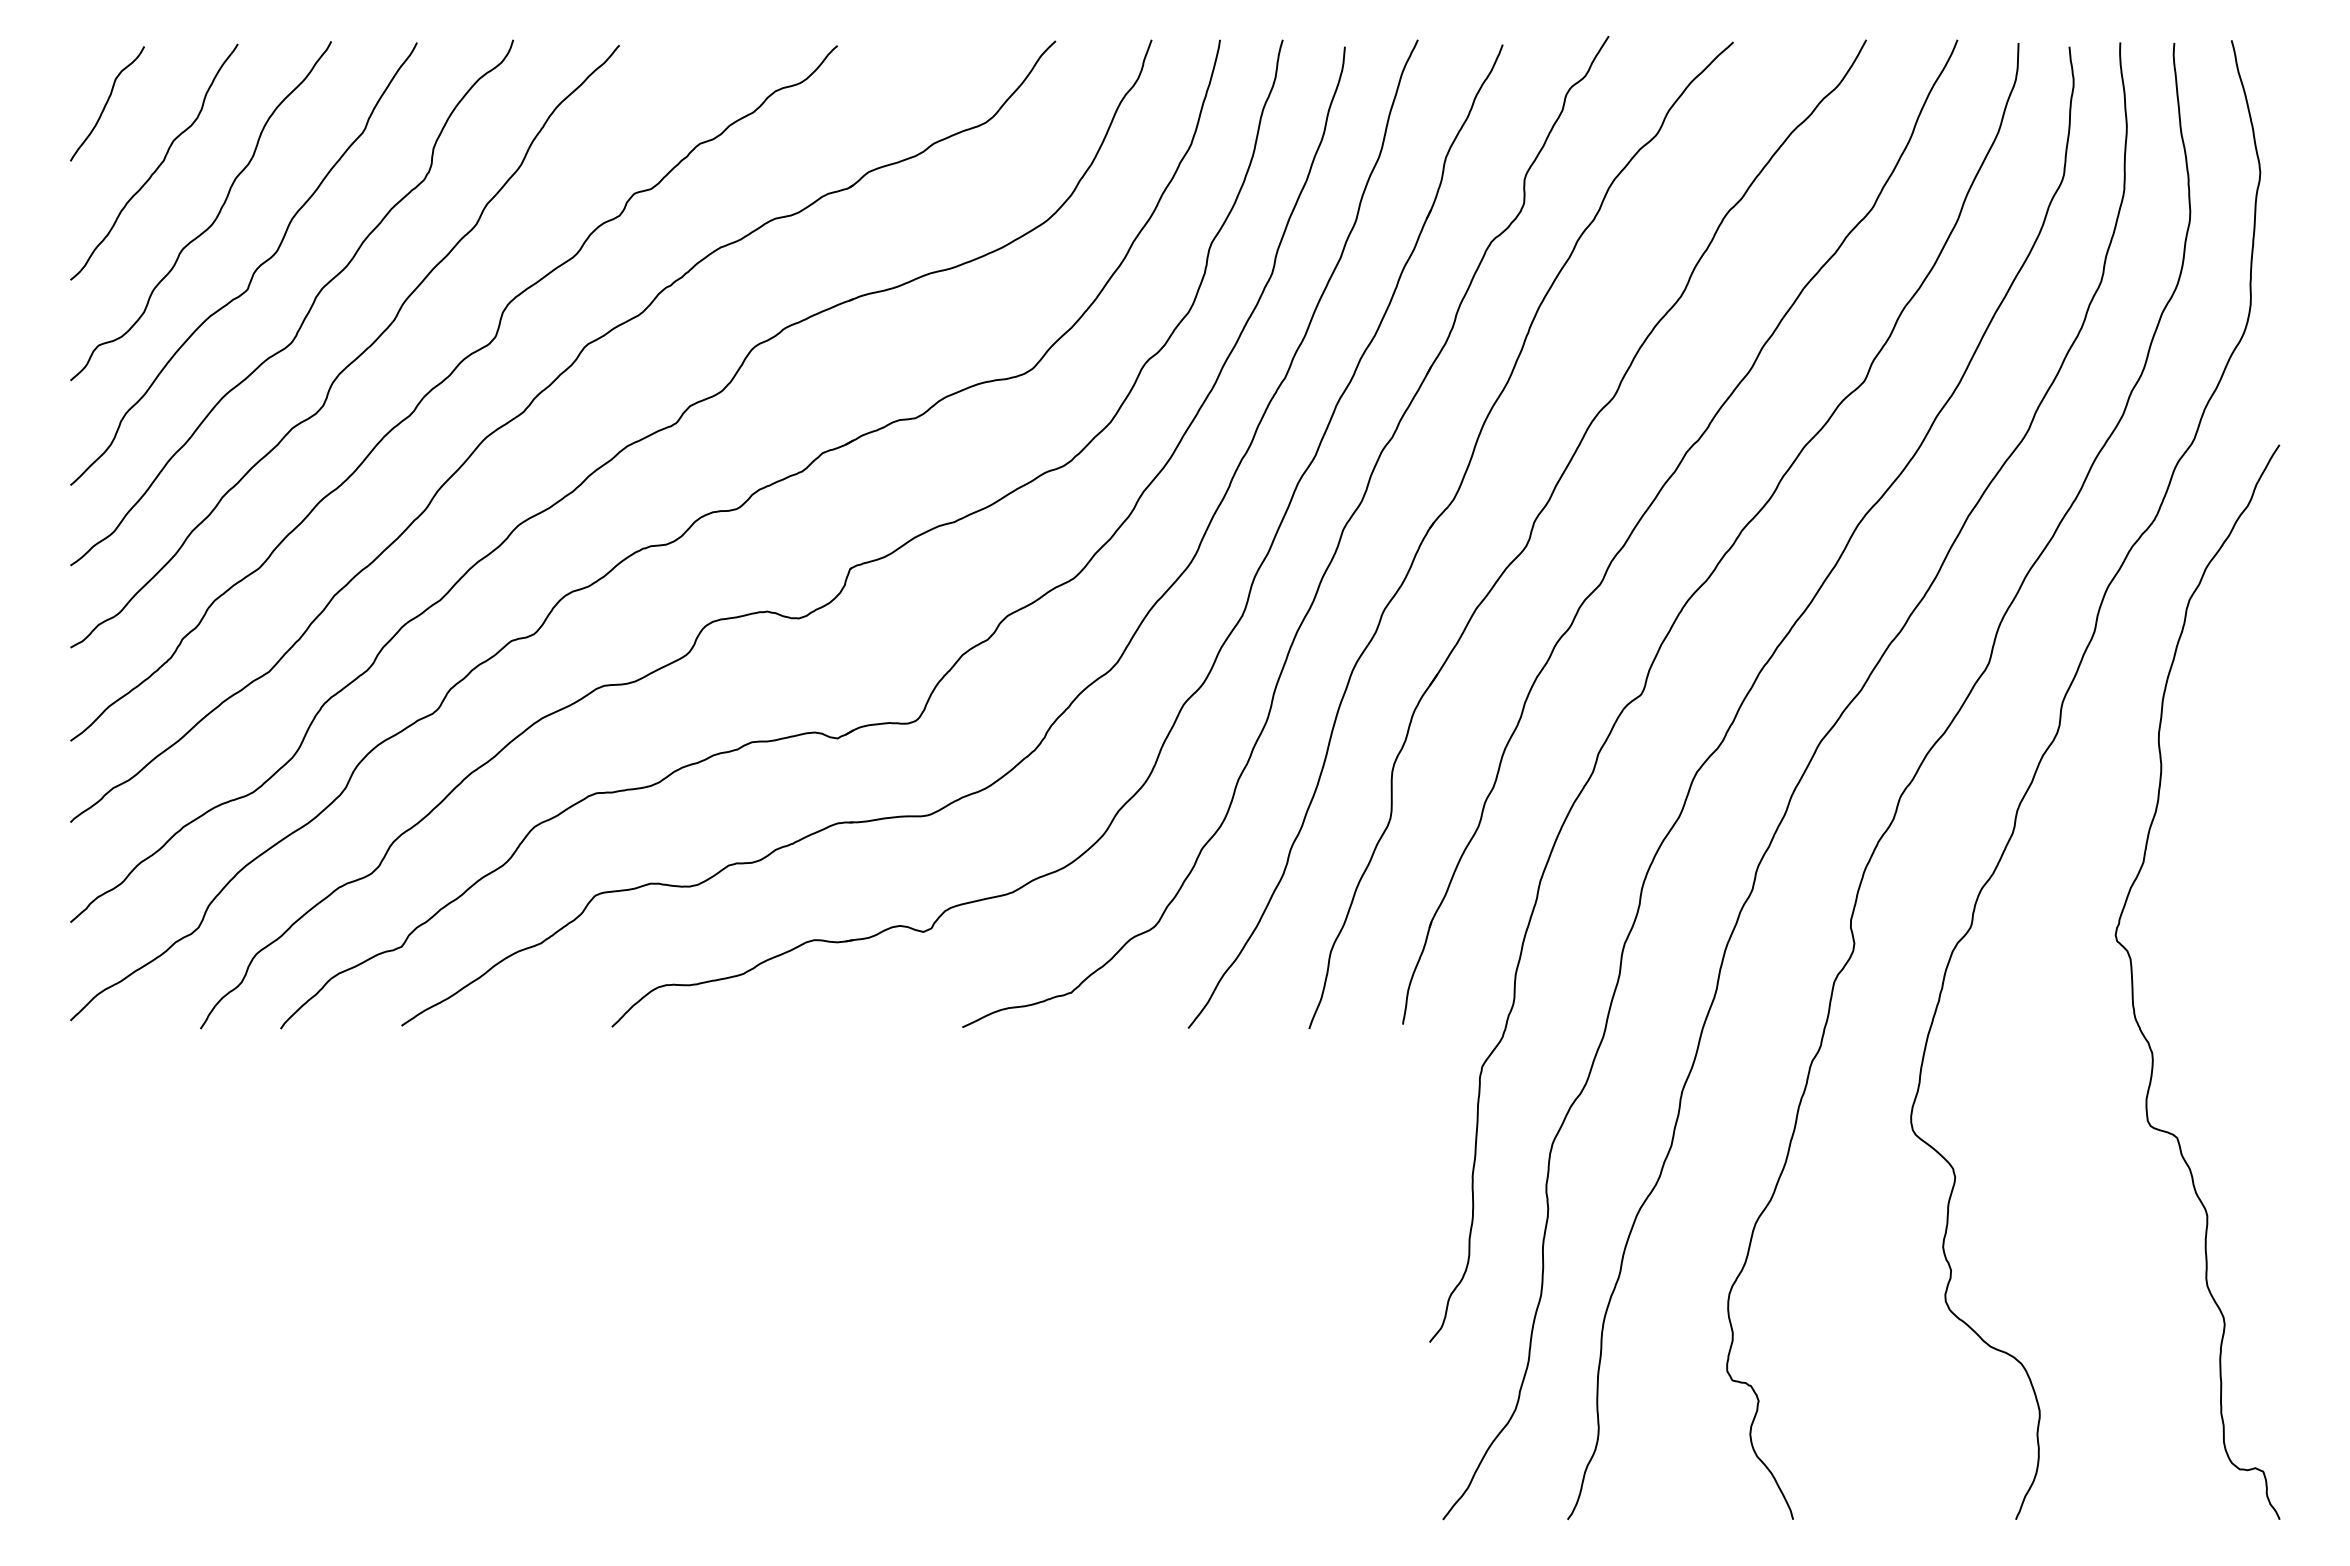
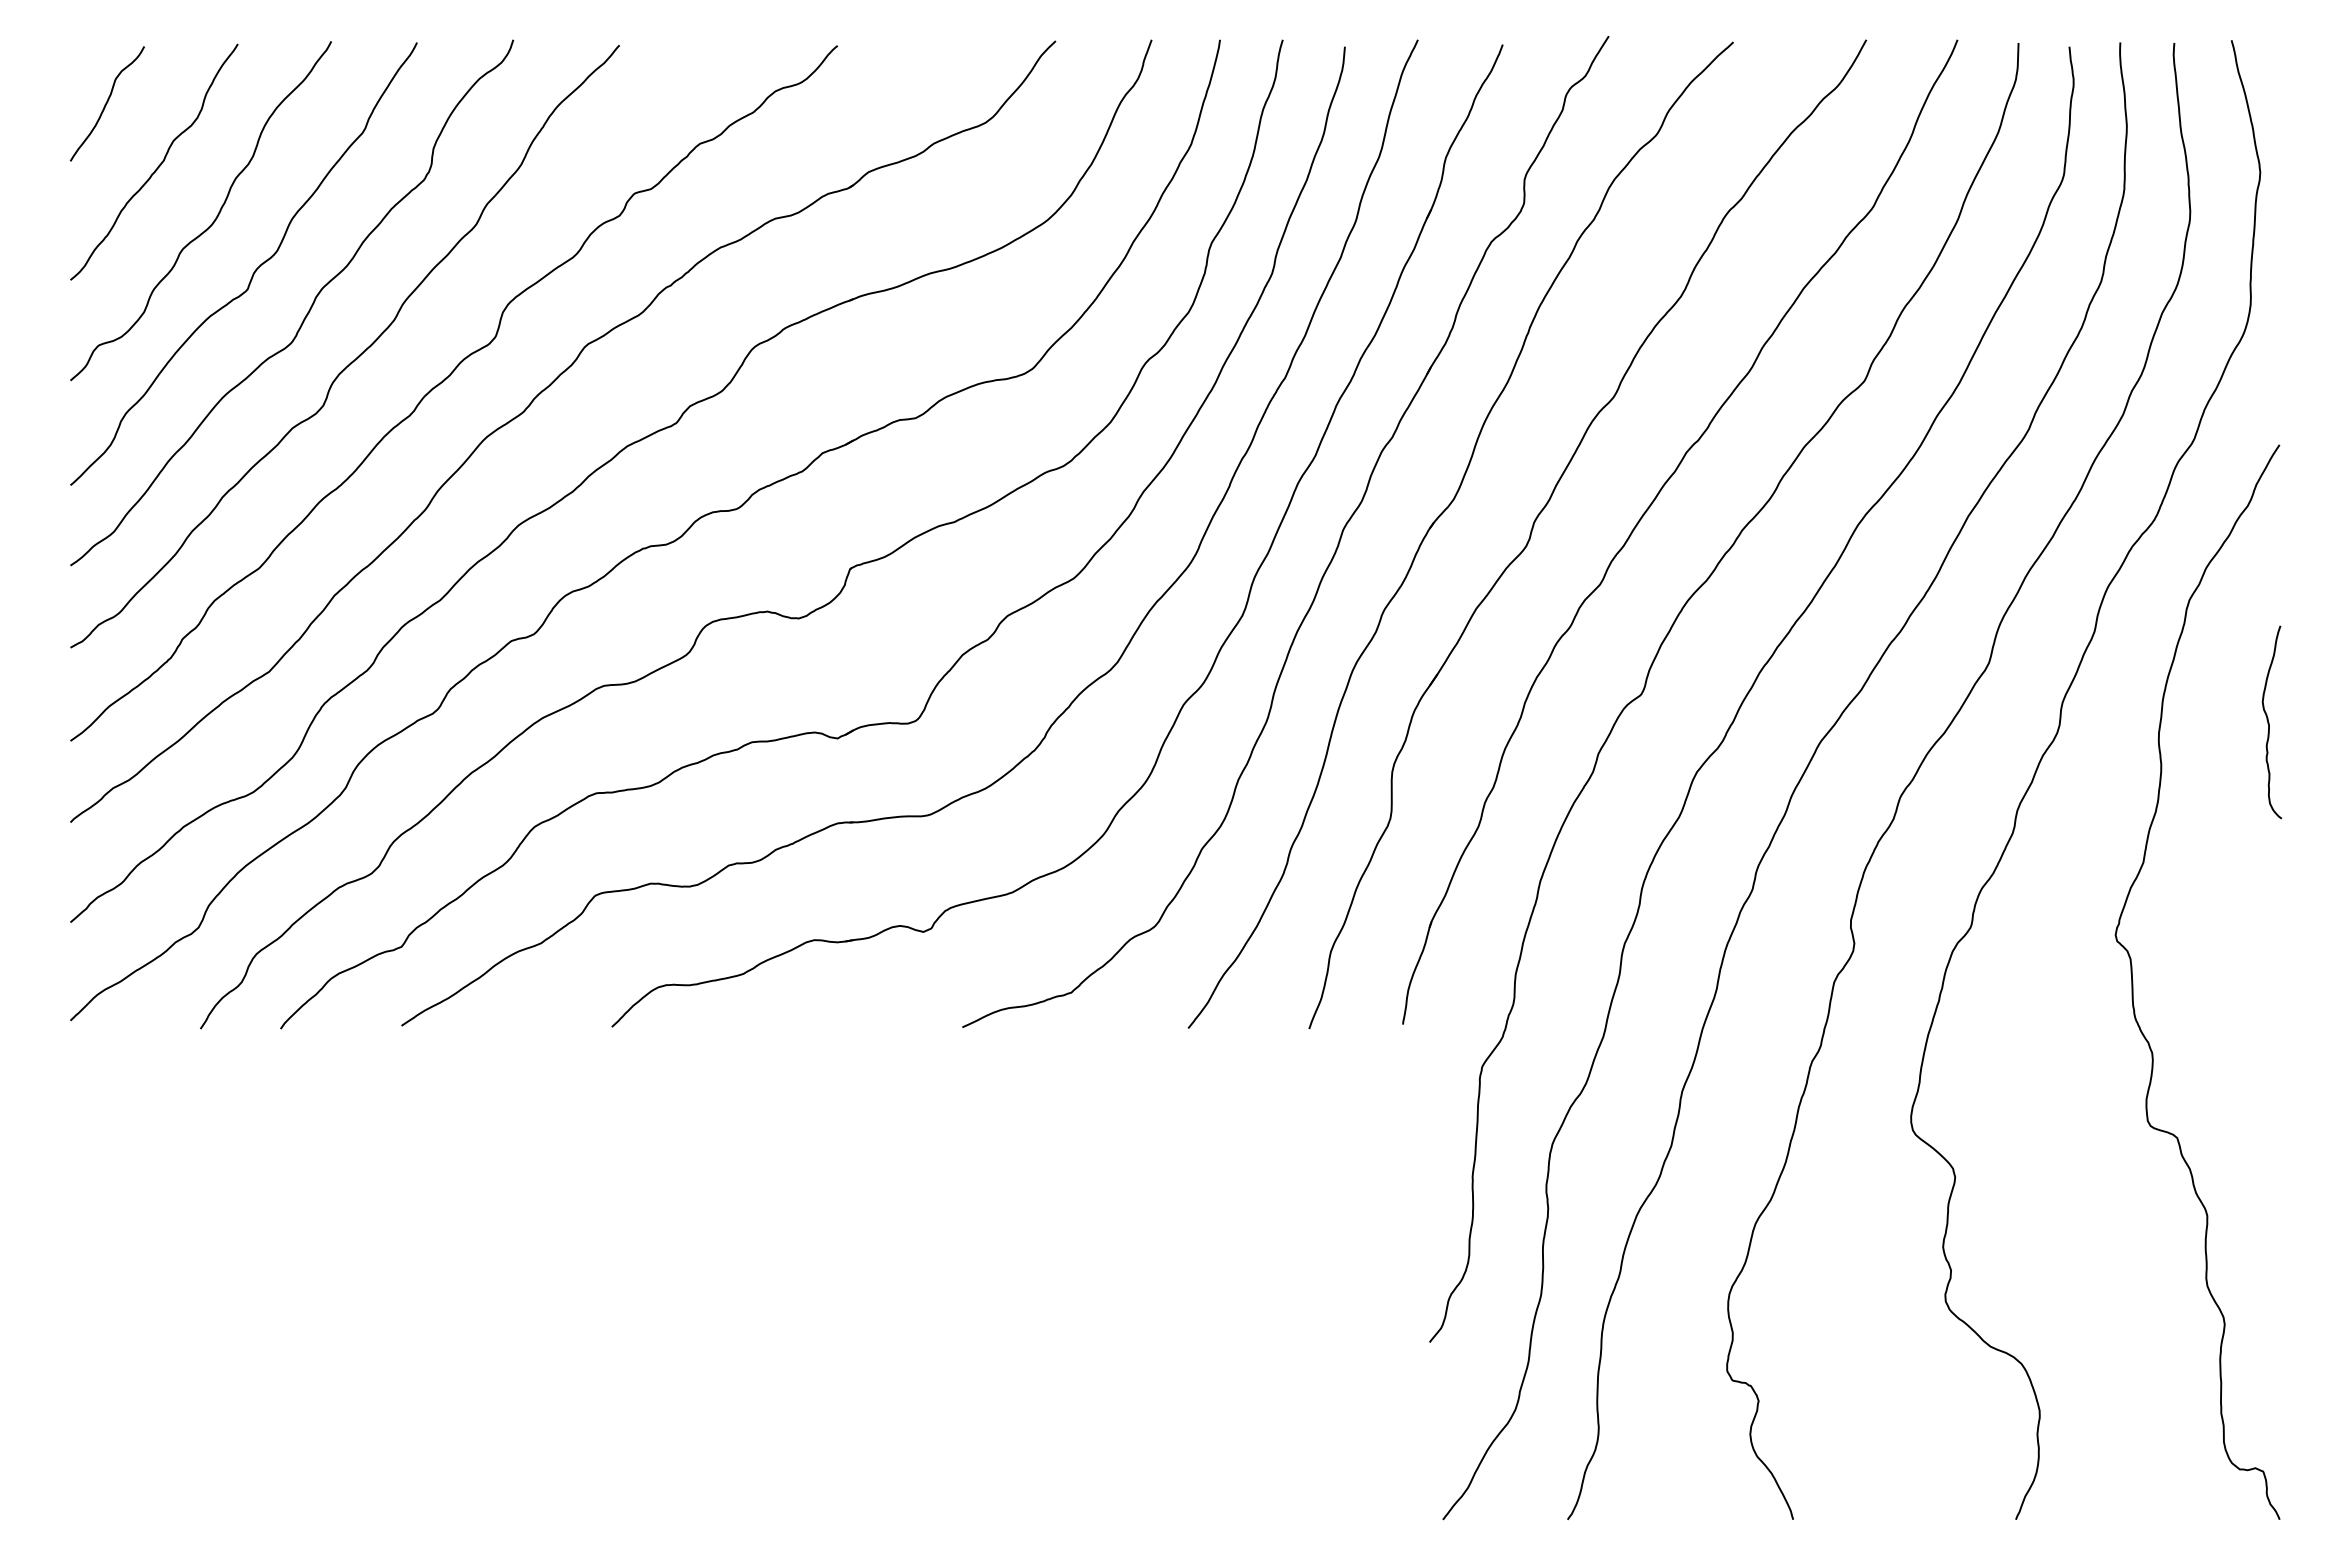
curve at (2269, 722): none -> present
